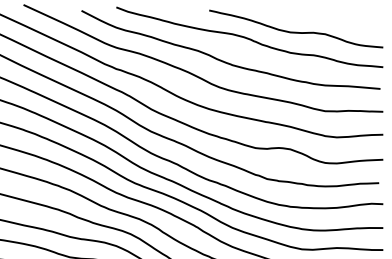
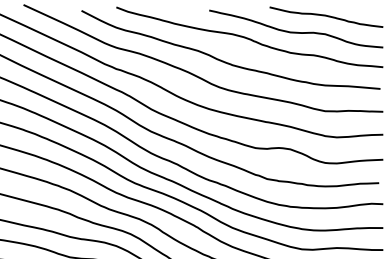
curve at (326, 16): none -> present
